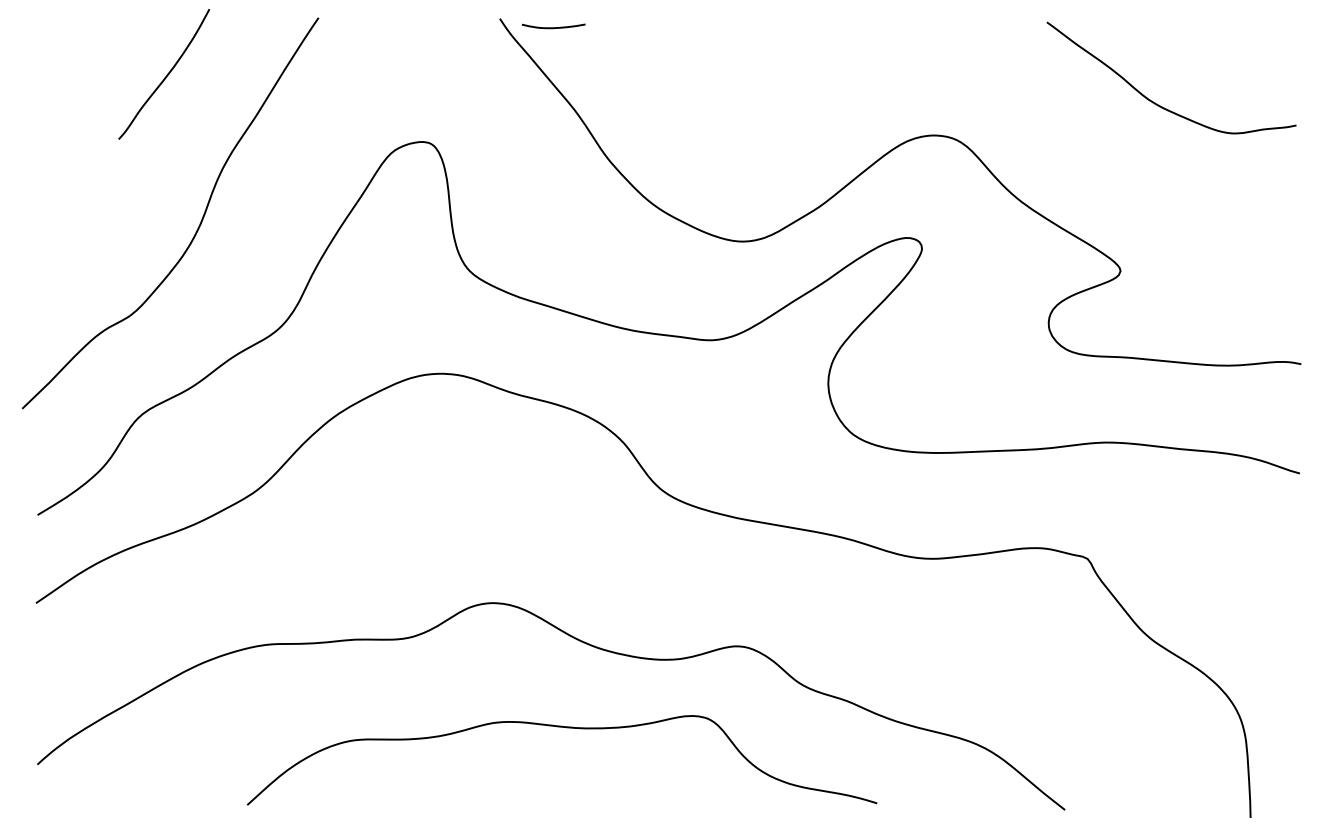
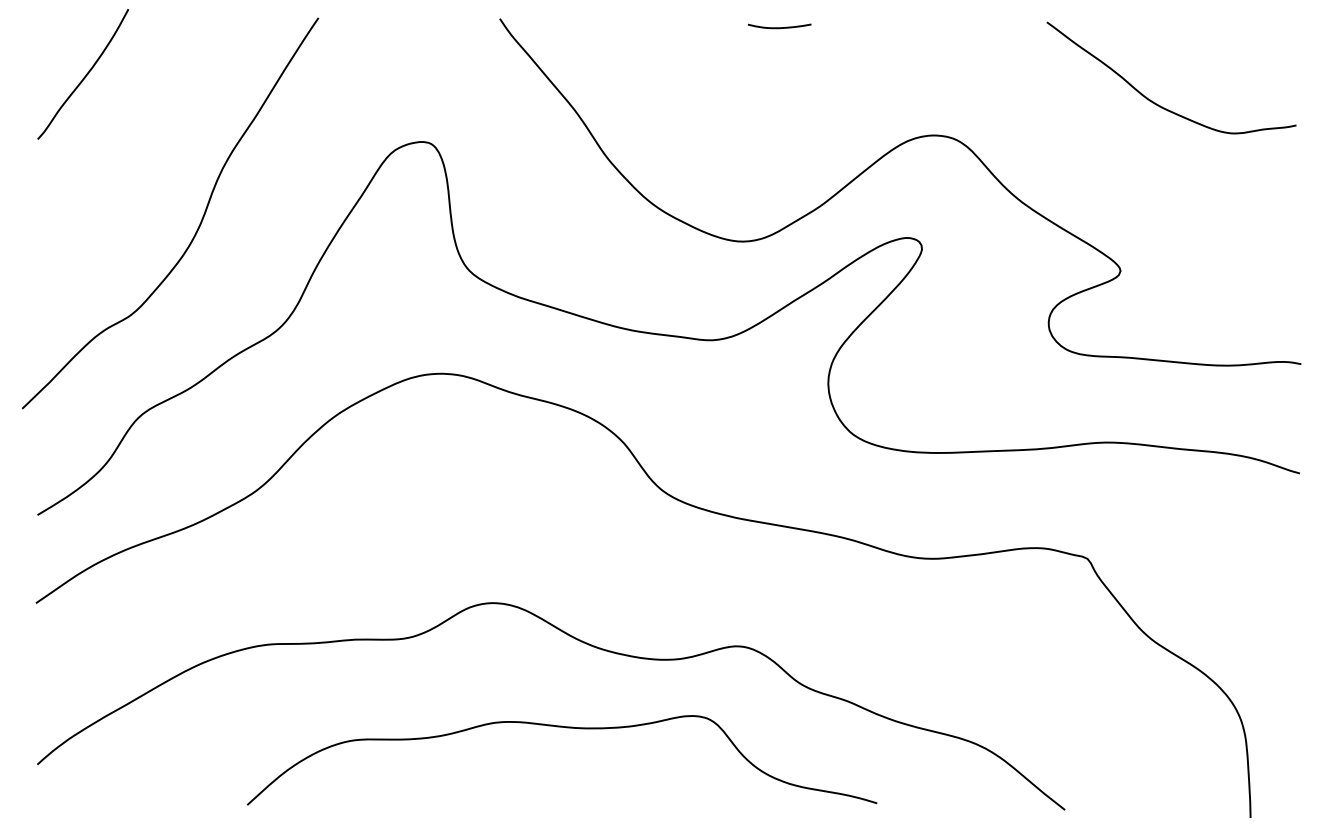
curve at (553, 27) position: (553, 27) -> (779, 27)
curve at (166, 74) position: (166, 74) -> (85, 74)
